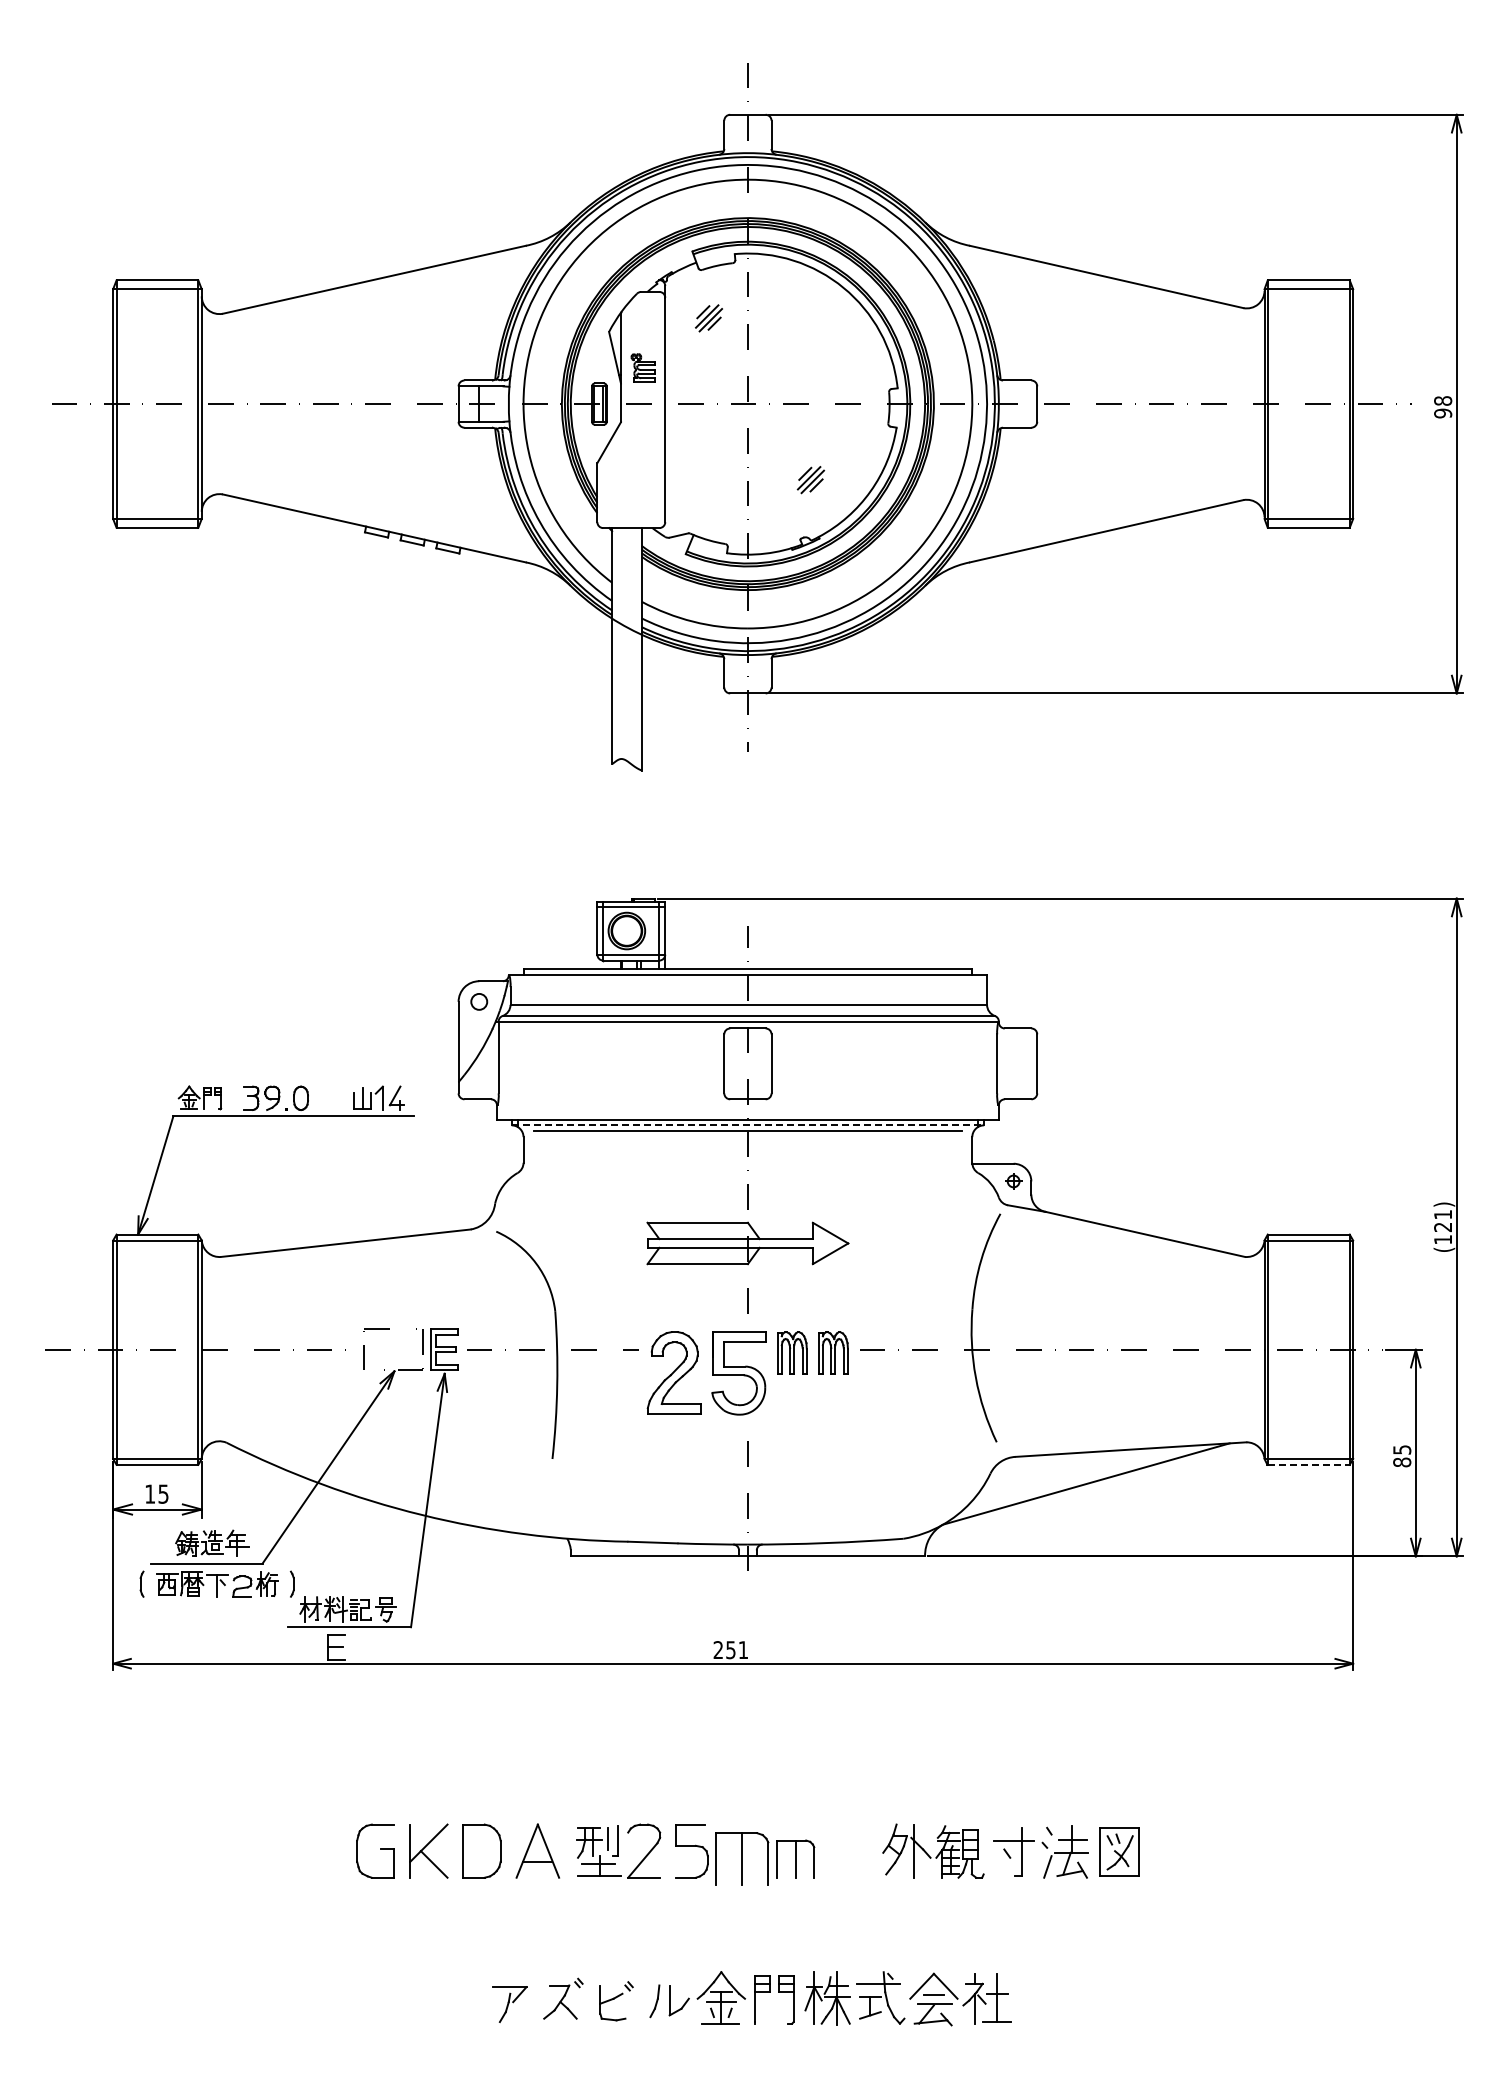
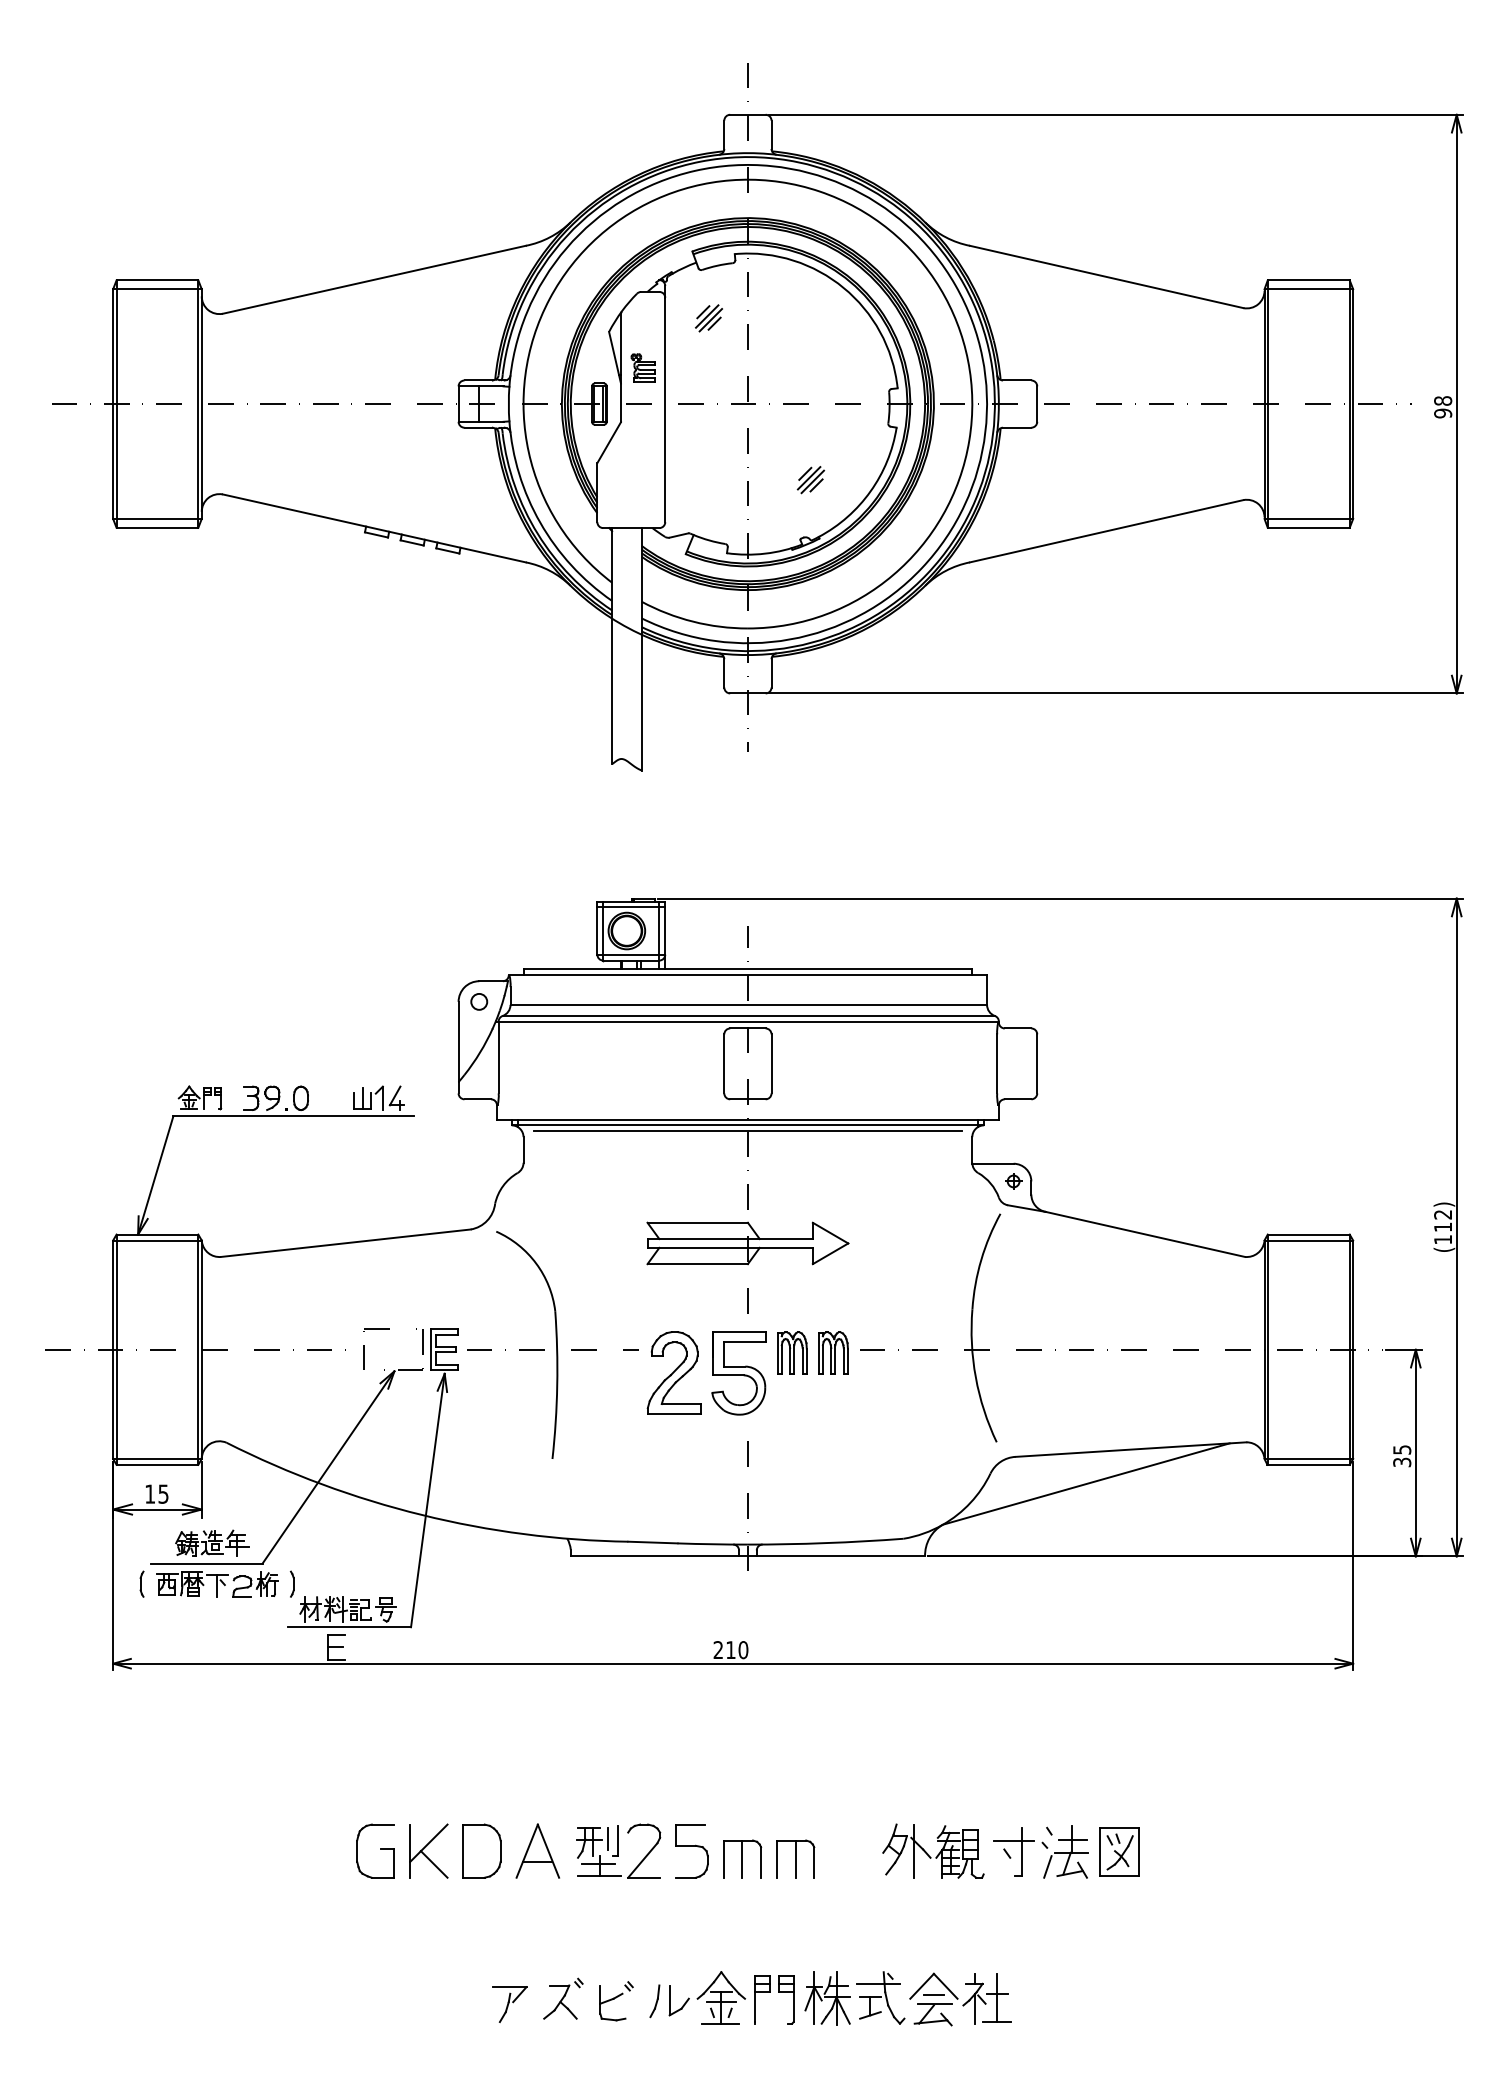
line at (748, 1125): dashed -> solid
text at (1442, 1221): (121) -> (112)
text at (1402, 1462): 85 -> 35
line at (1308, 1464): dashed -> solid
text at (737, 1650): 251 -> 210
part at (742, 1858) size: 55x54 px -> 40x40 px
